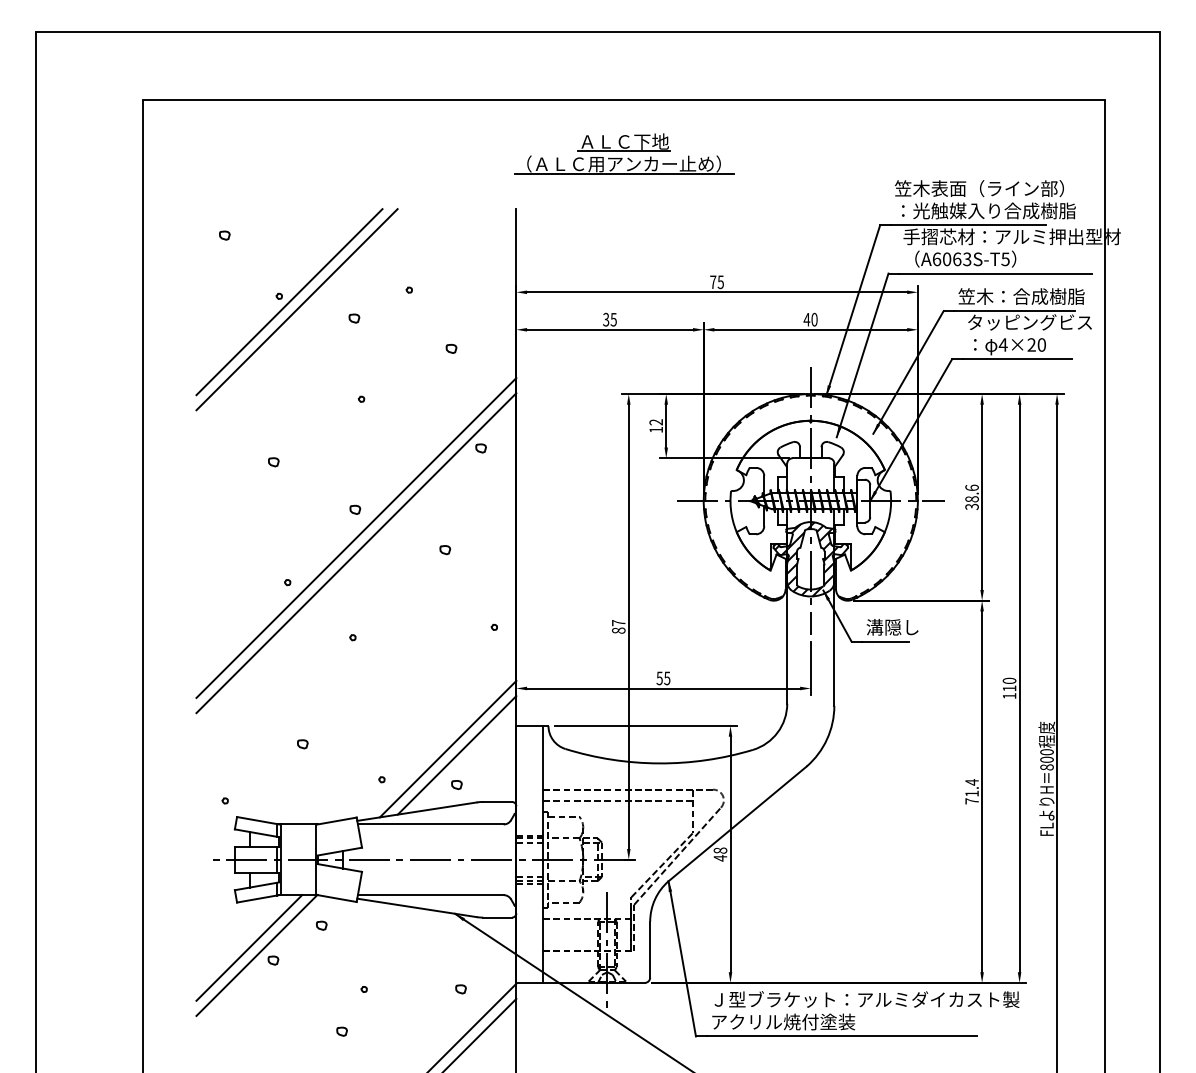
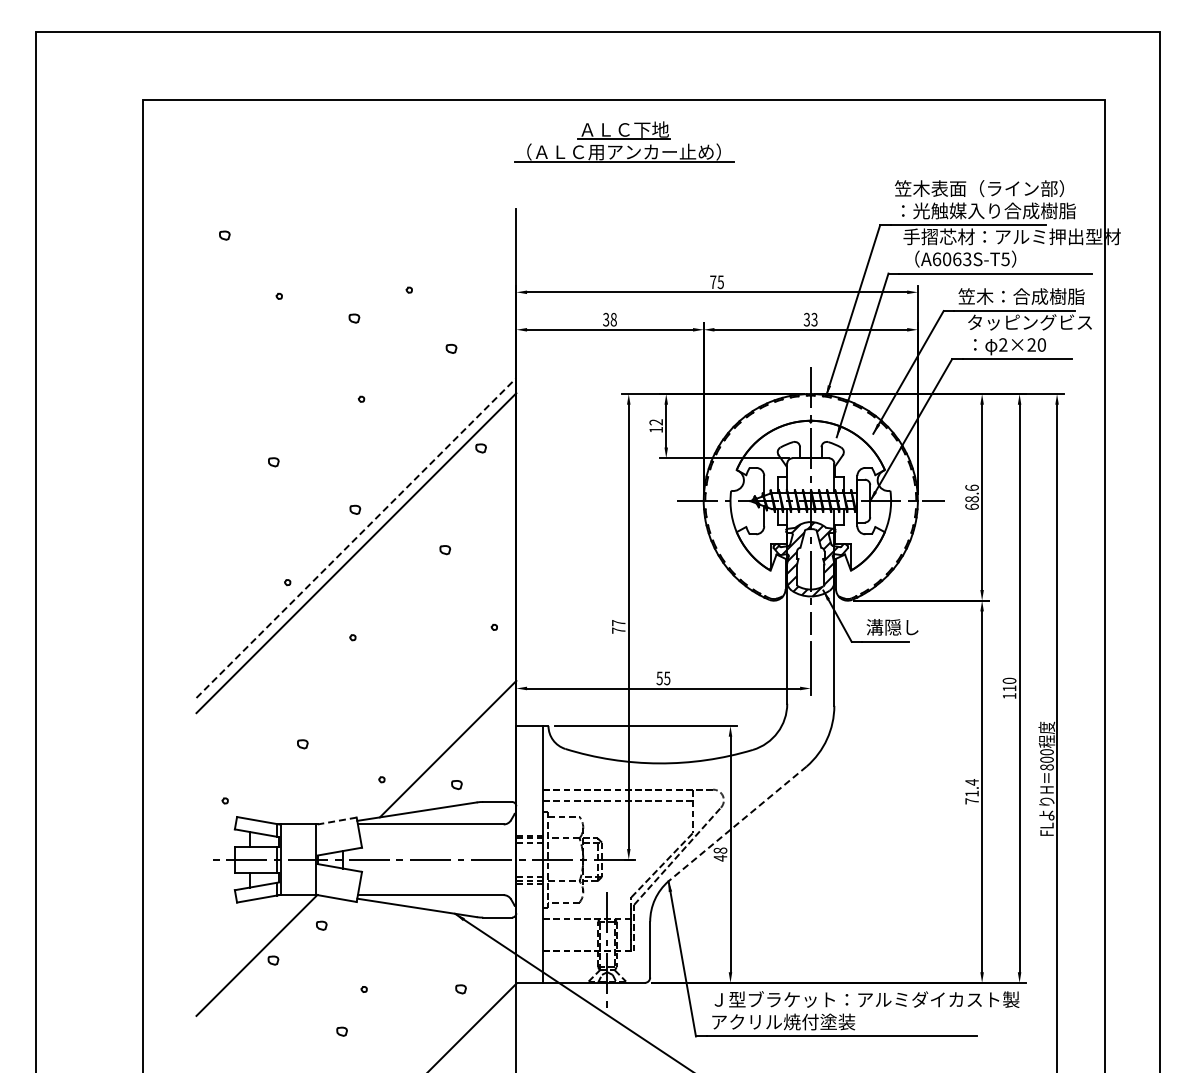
part at (624, 153) position: (624, 153) -> (624, 141)
line at (289, 302): present -> none
line at (296, 309): present -> none
text at (613, 319): 35 -> 38
text at (810, 319): 40 -> 33
text at (1002, 344): 4×20 -> 2×20
text at (971, 506): 38.6 -> 68.6
line at (356, 537): solid -> dashed
text at (618, 630): 87 -> 77
line at (456, 755): present -> none
line at (337, 821): solid -> dashed
line at (737, 823): solid -> dashed
line at (249, 947): present -> none
line at (480, 1033): present -> none
